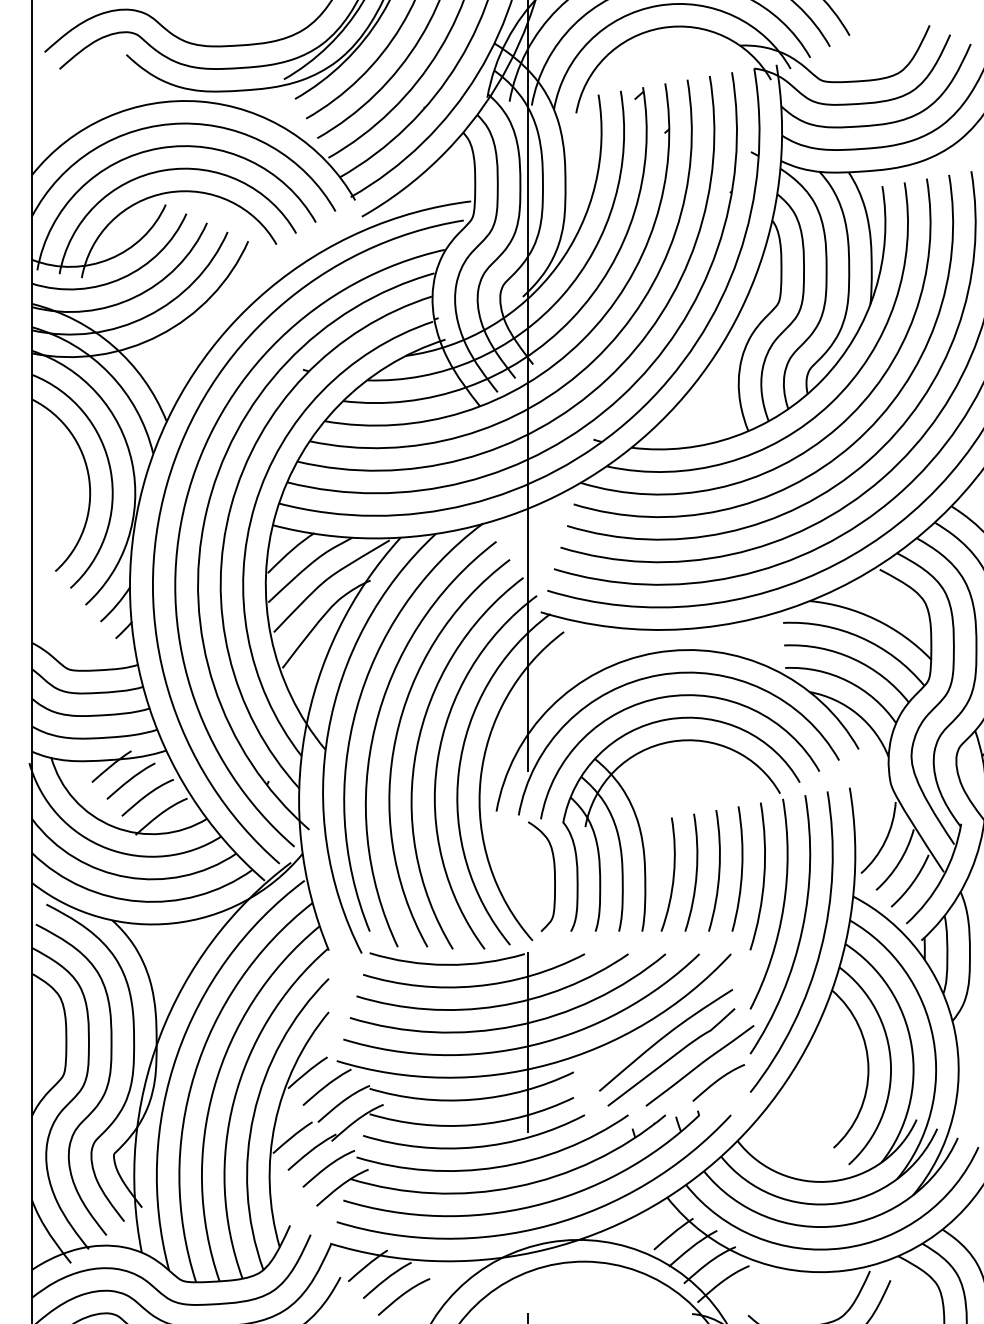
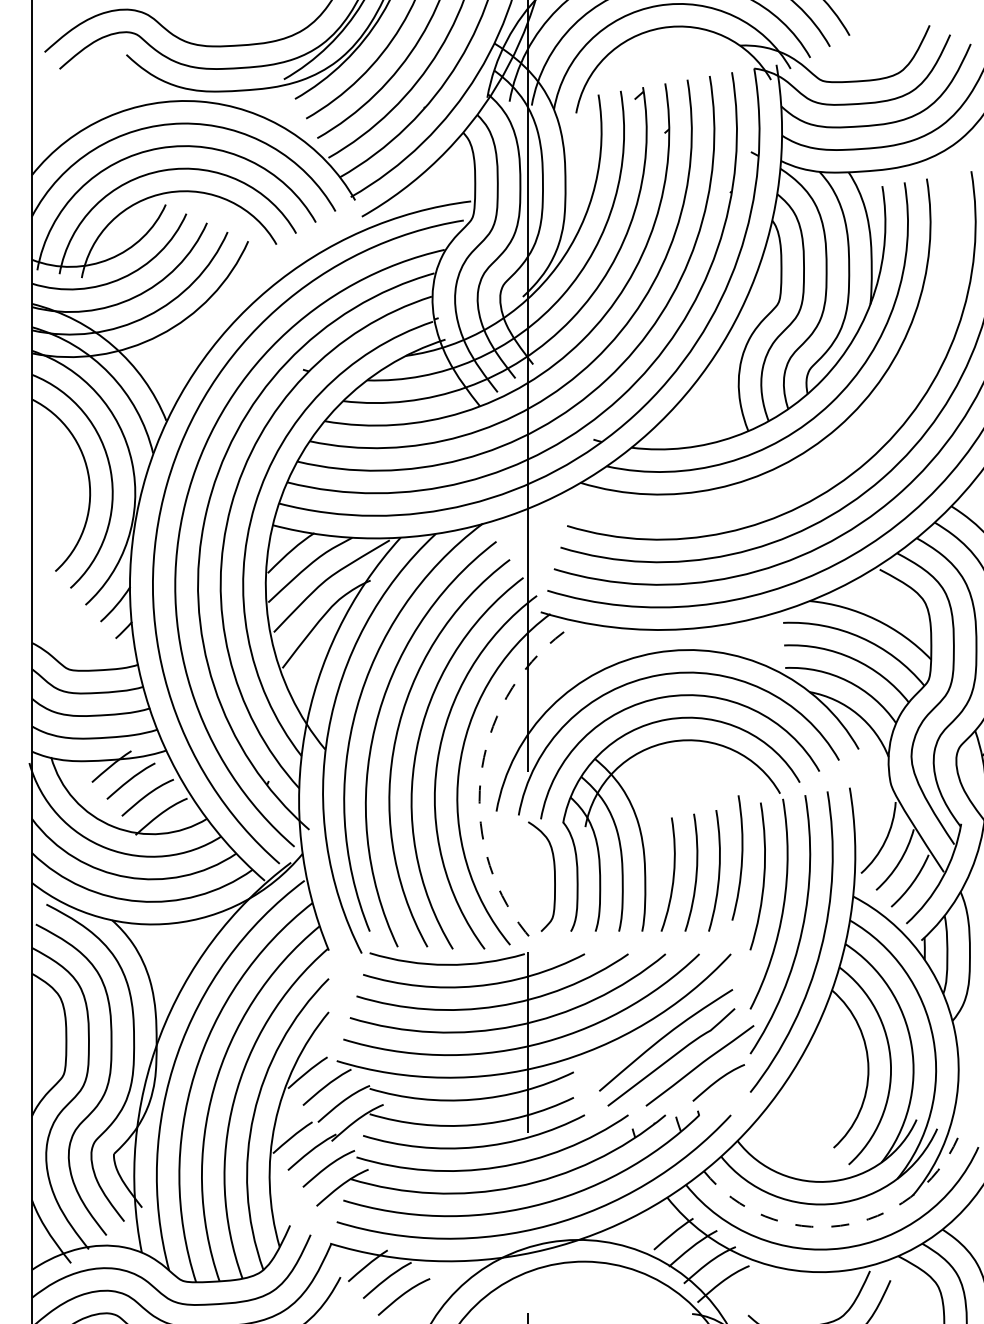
arc at (848, 446): present -> none
arc at (480, 779): solid -> dashed
arc at (741, 868) position: (741, 868) -> (741, 857)
arc at (840, 1225): solid -> dashed
